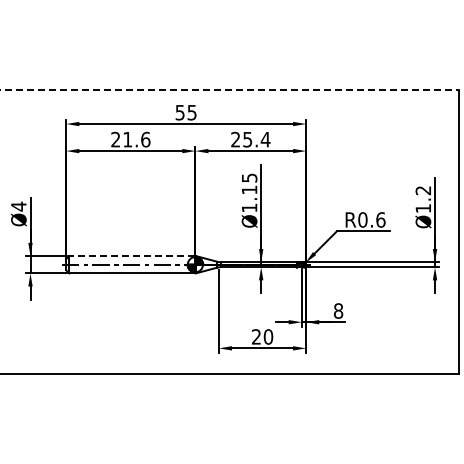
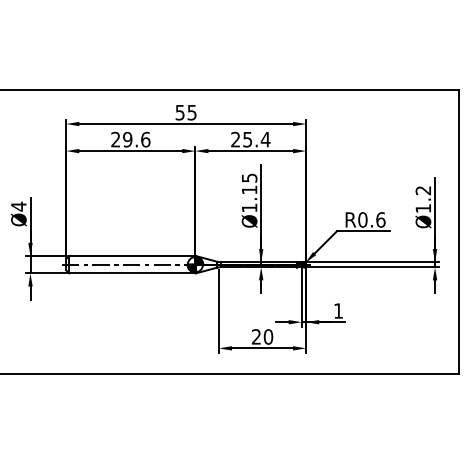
line at (229, 90): dashed -> solid
text at (127, 139): 21.6 -> 29.6
line at (131, 255): dashed -> solid
text at (338, 310): 8 -> 1
